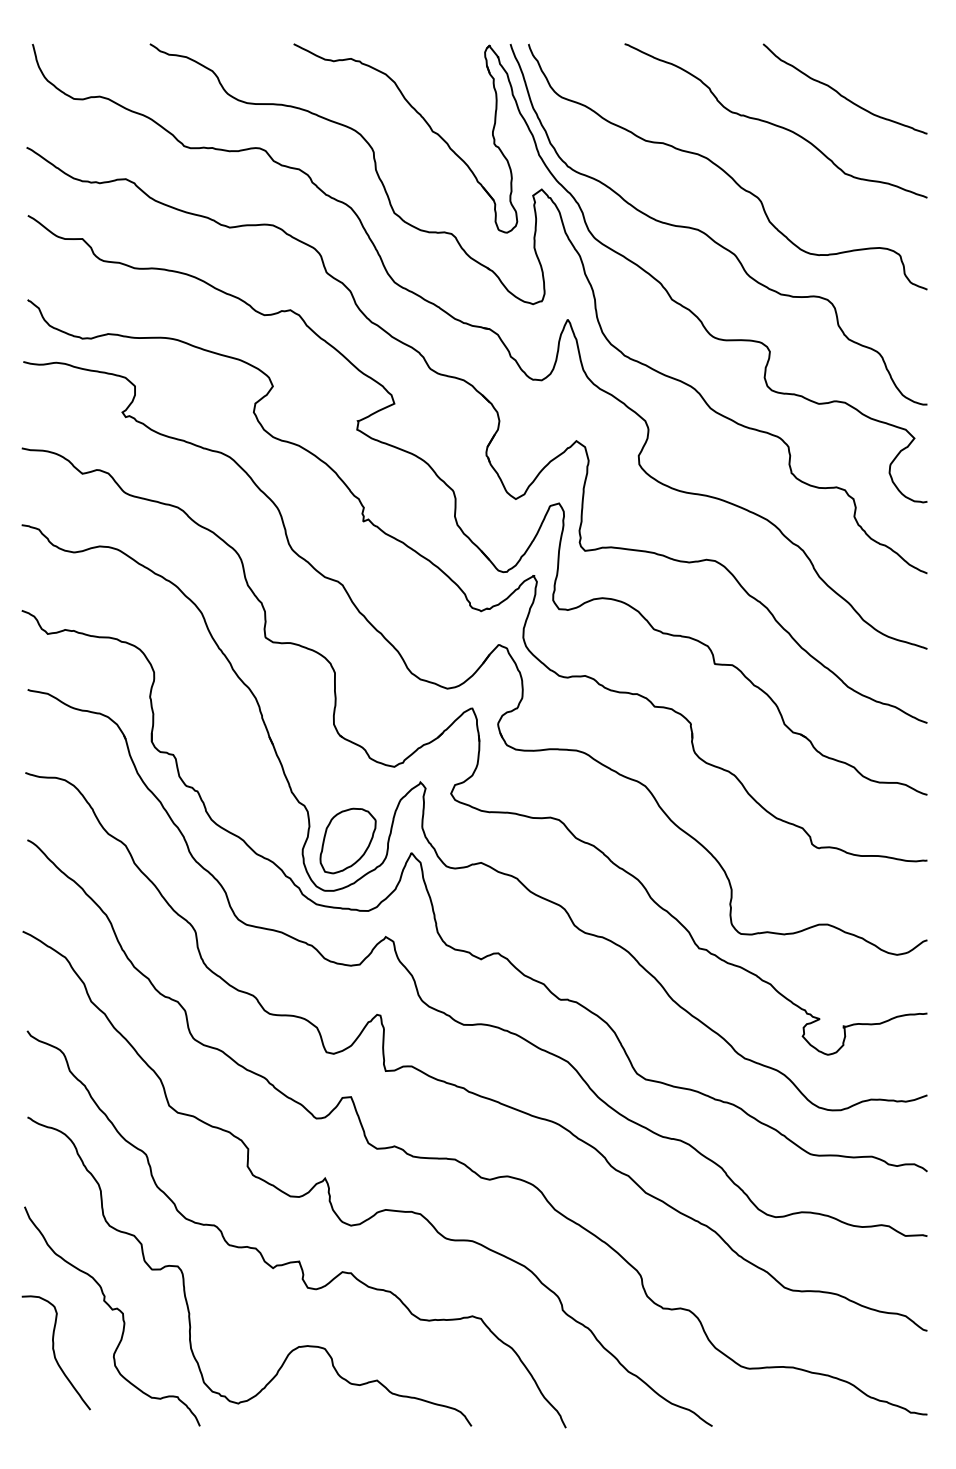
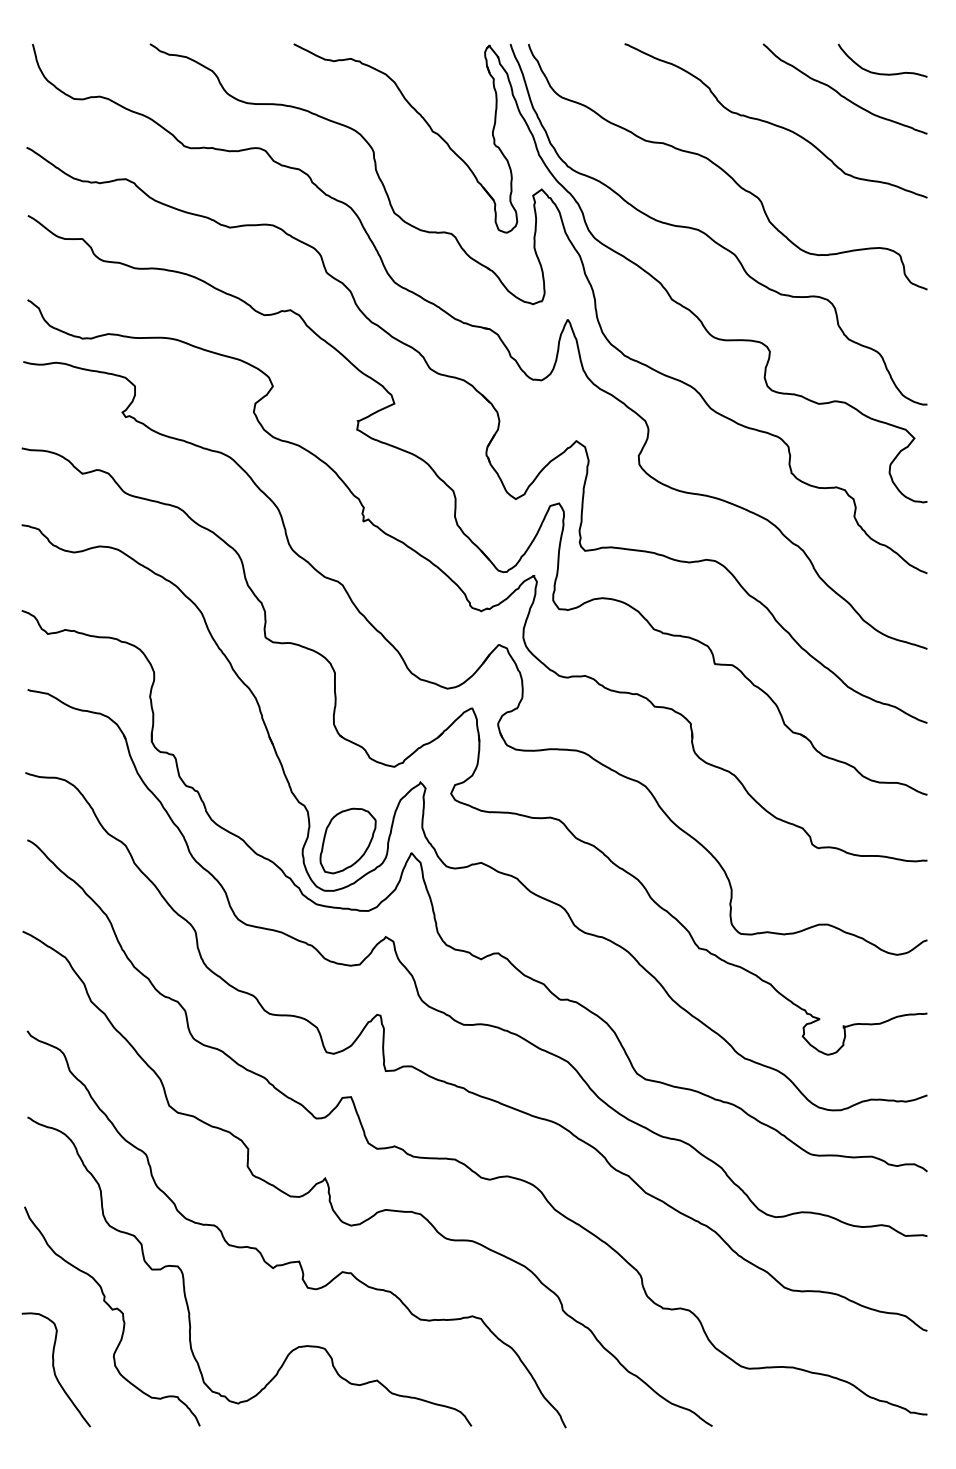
curve at (877, 72): none -> present
curve at (54, 1352) position: (54, 1352) -> (54, 1369)
